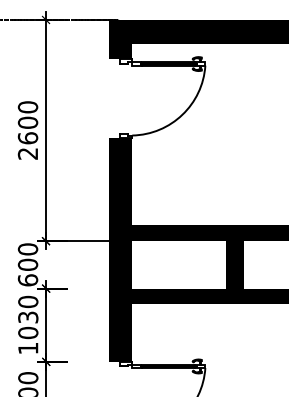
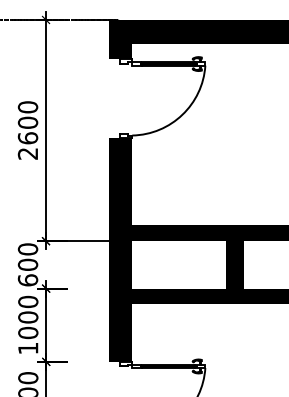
text at (28, 317): 1030 -> 1000
